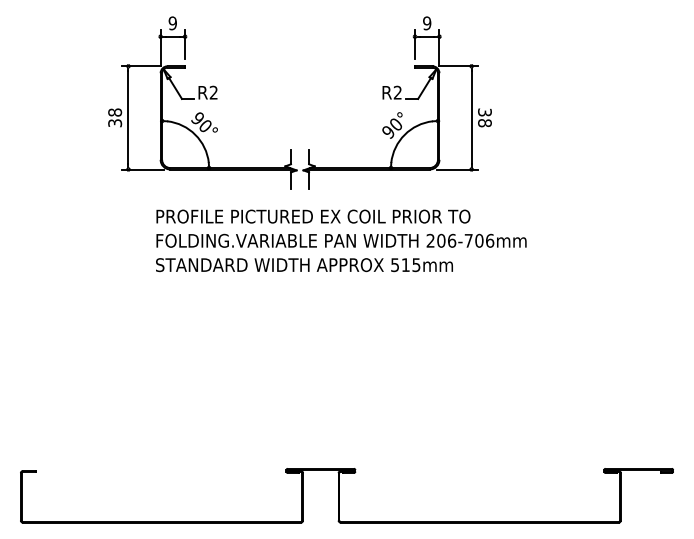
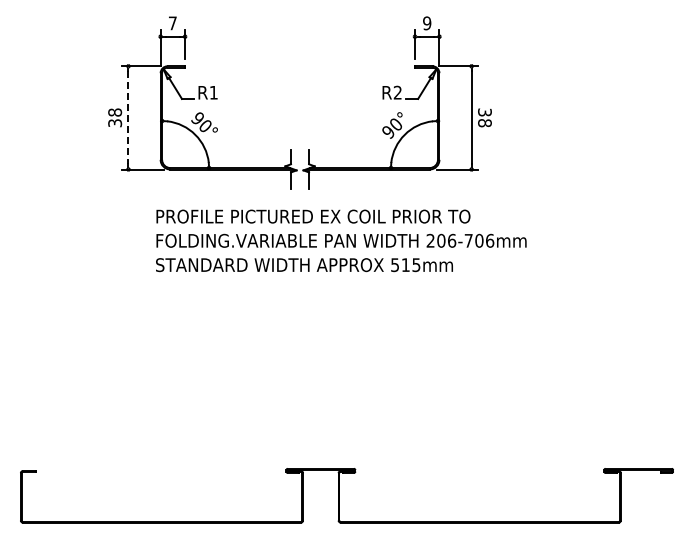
text at (172, 23): 9 -> 7
text at (213, 92): R2 -> R1
line at (128, 117): solid -> dashed
